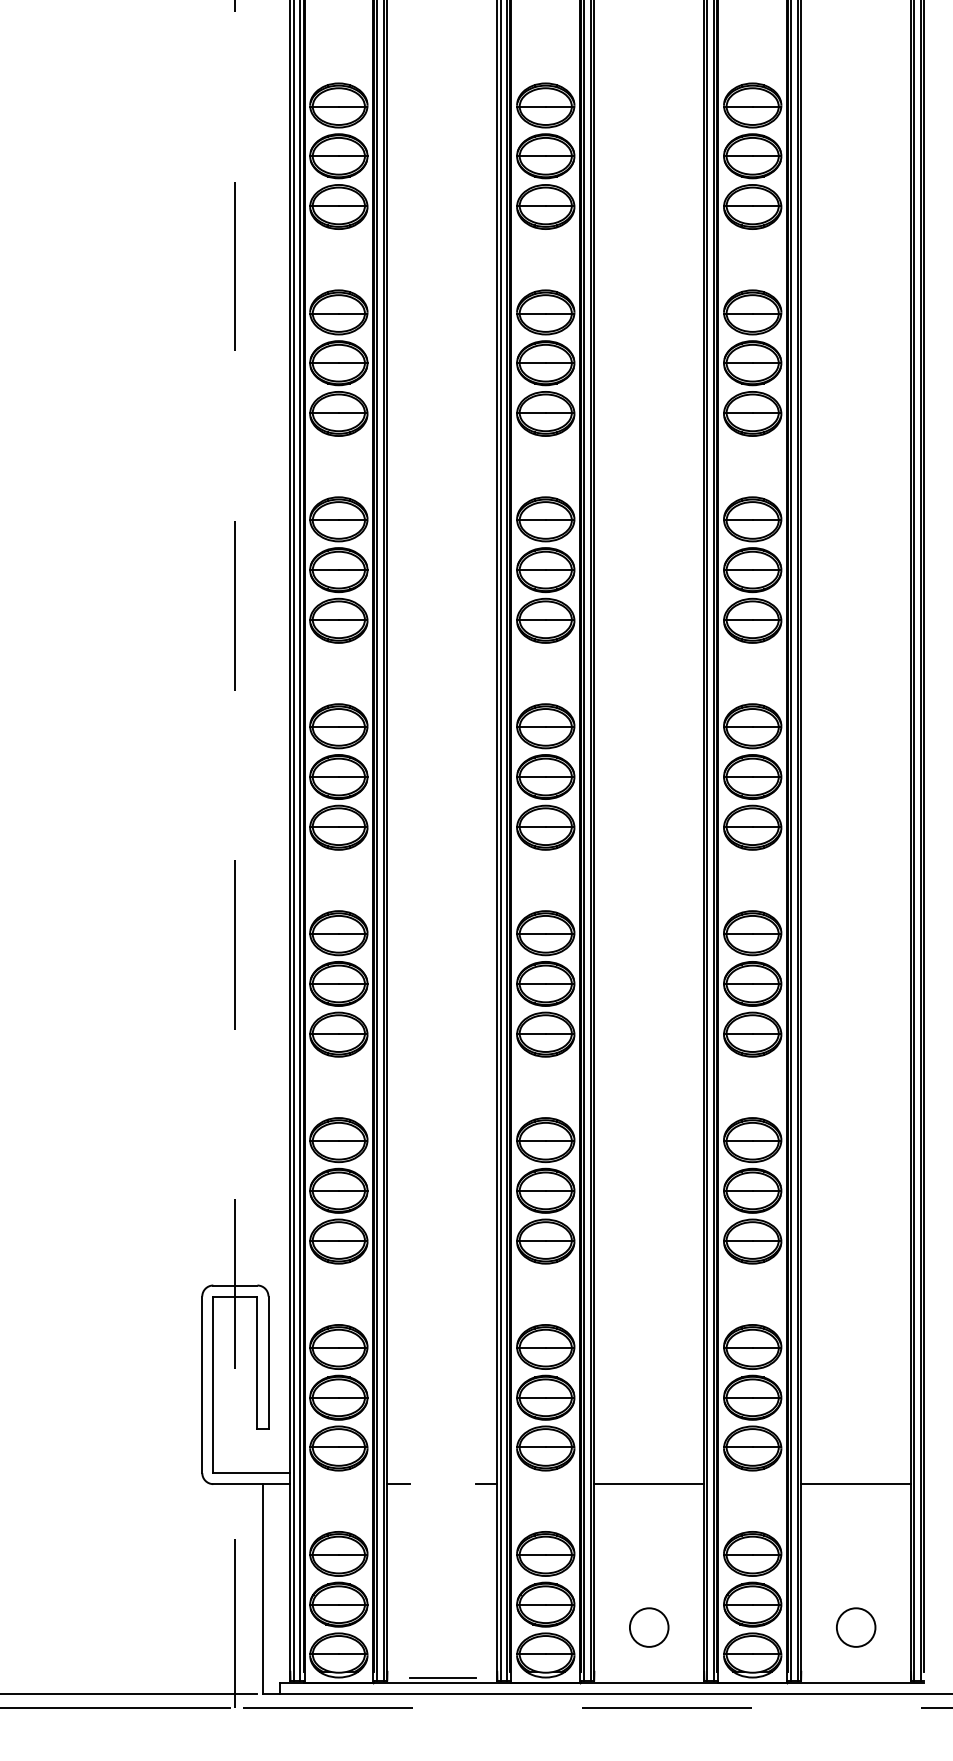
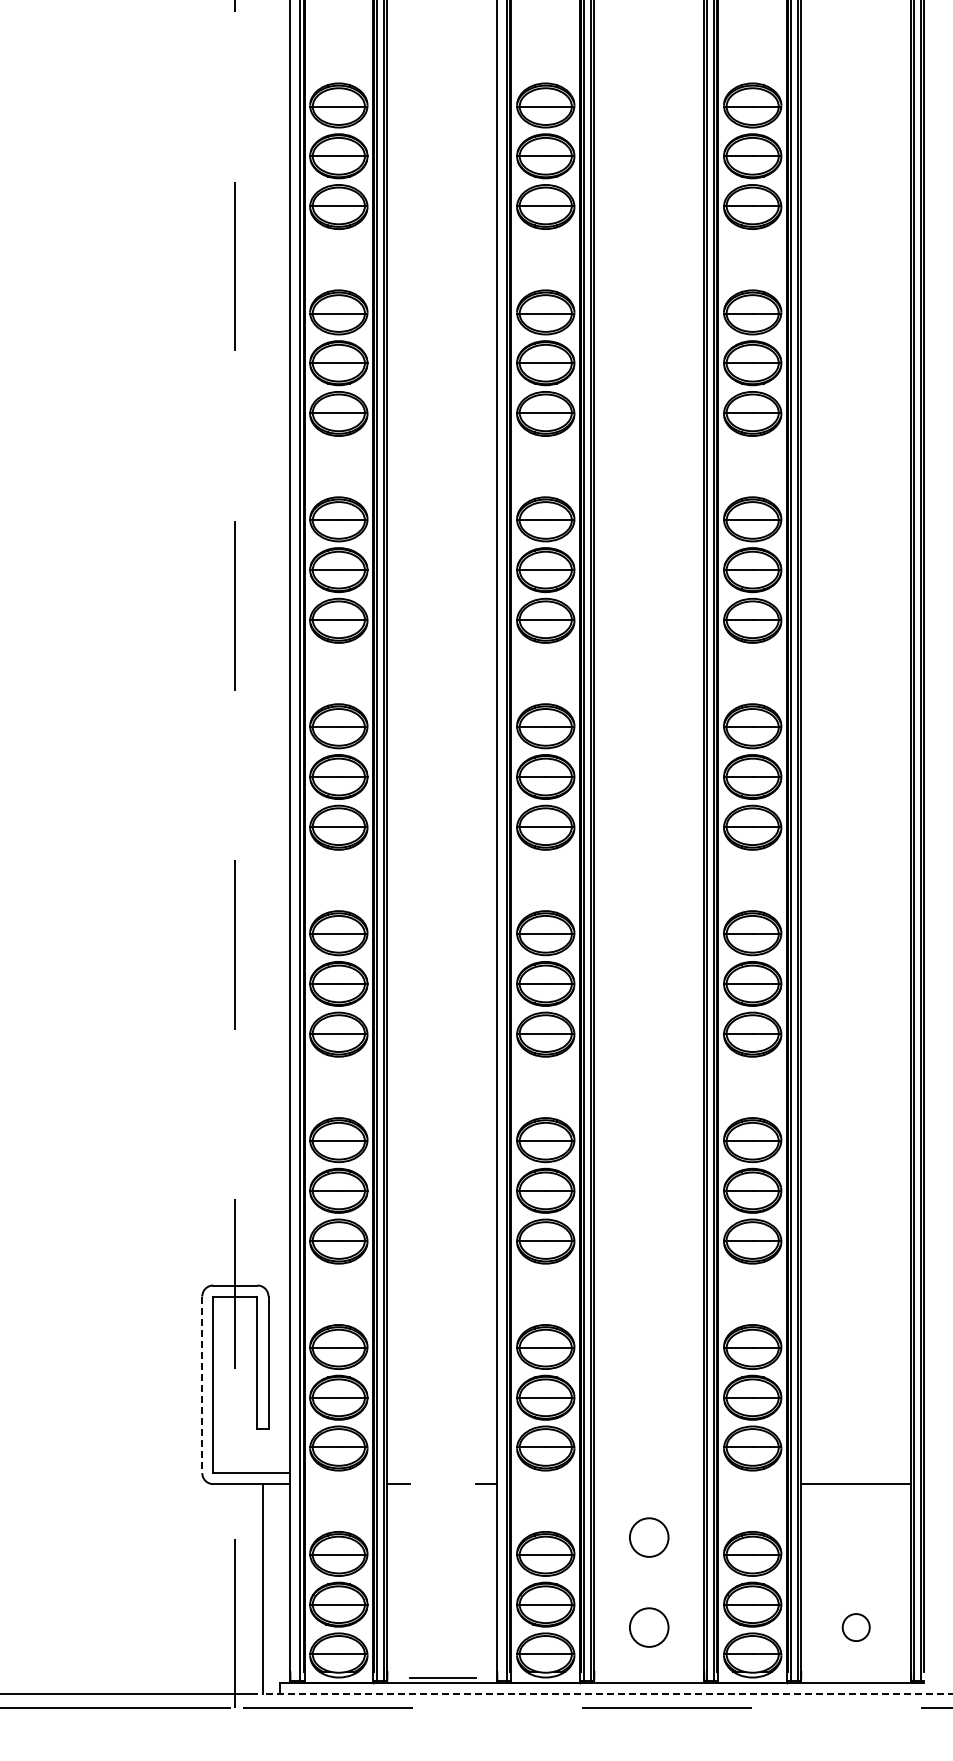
line at (293, 841): present -> none
line at (500, 841): present -> none
line at (202, 1385): solid -> dashed
line at (649, 1484): present -> none
circle at (649, 1537): none -> present
circle at (856, 1627) size: 41x41 px -> 30x29 px
line at (607, 1693): solid -> dashed
